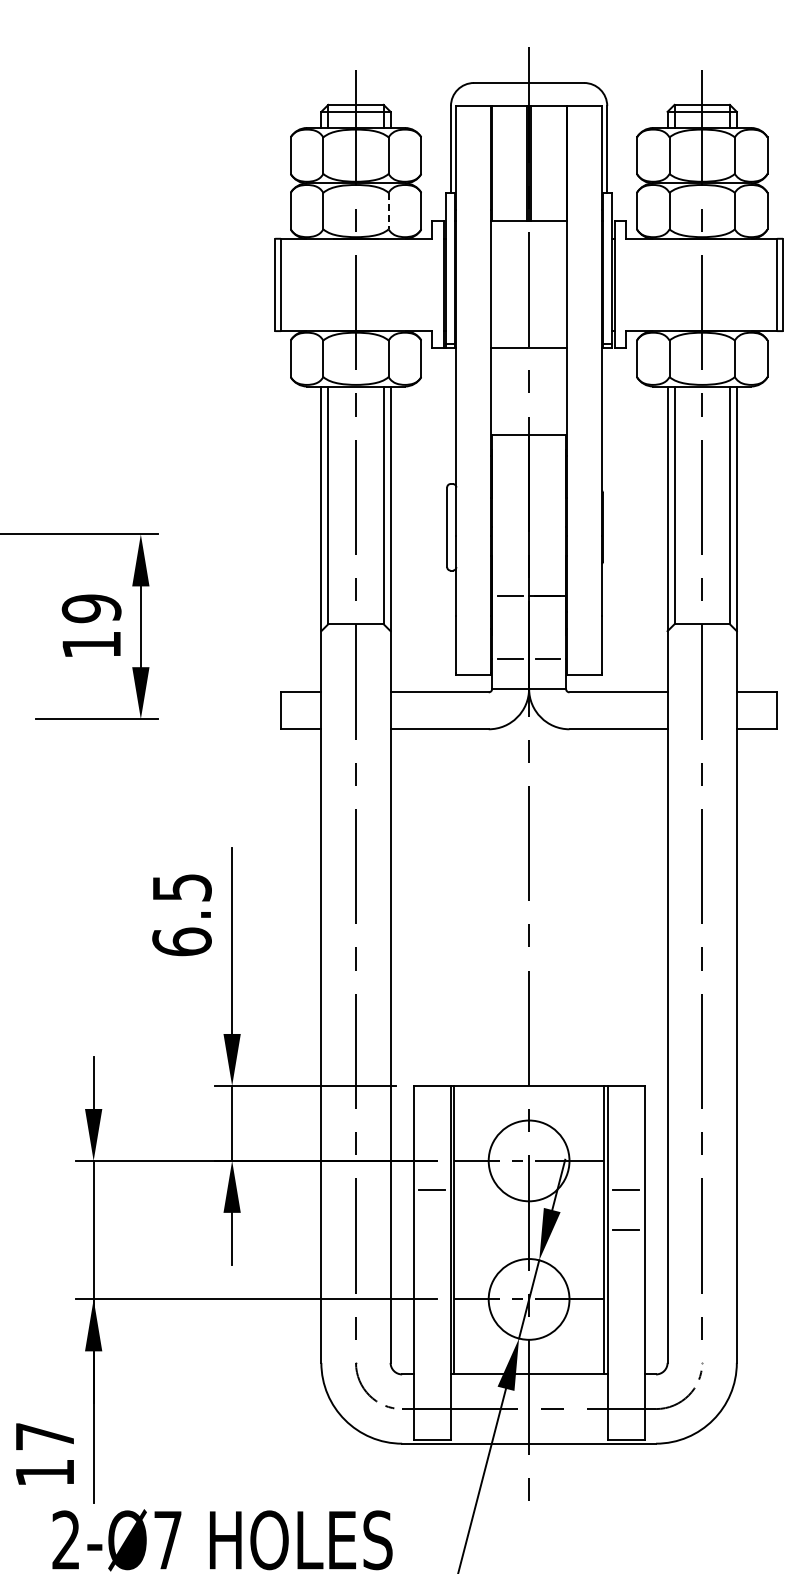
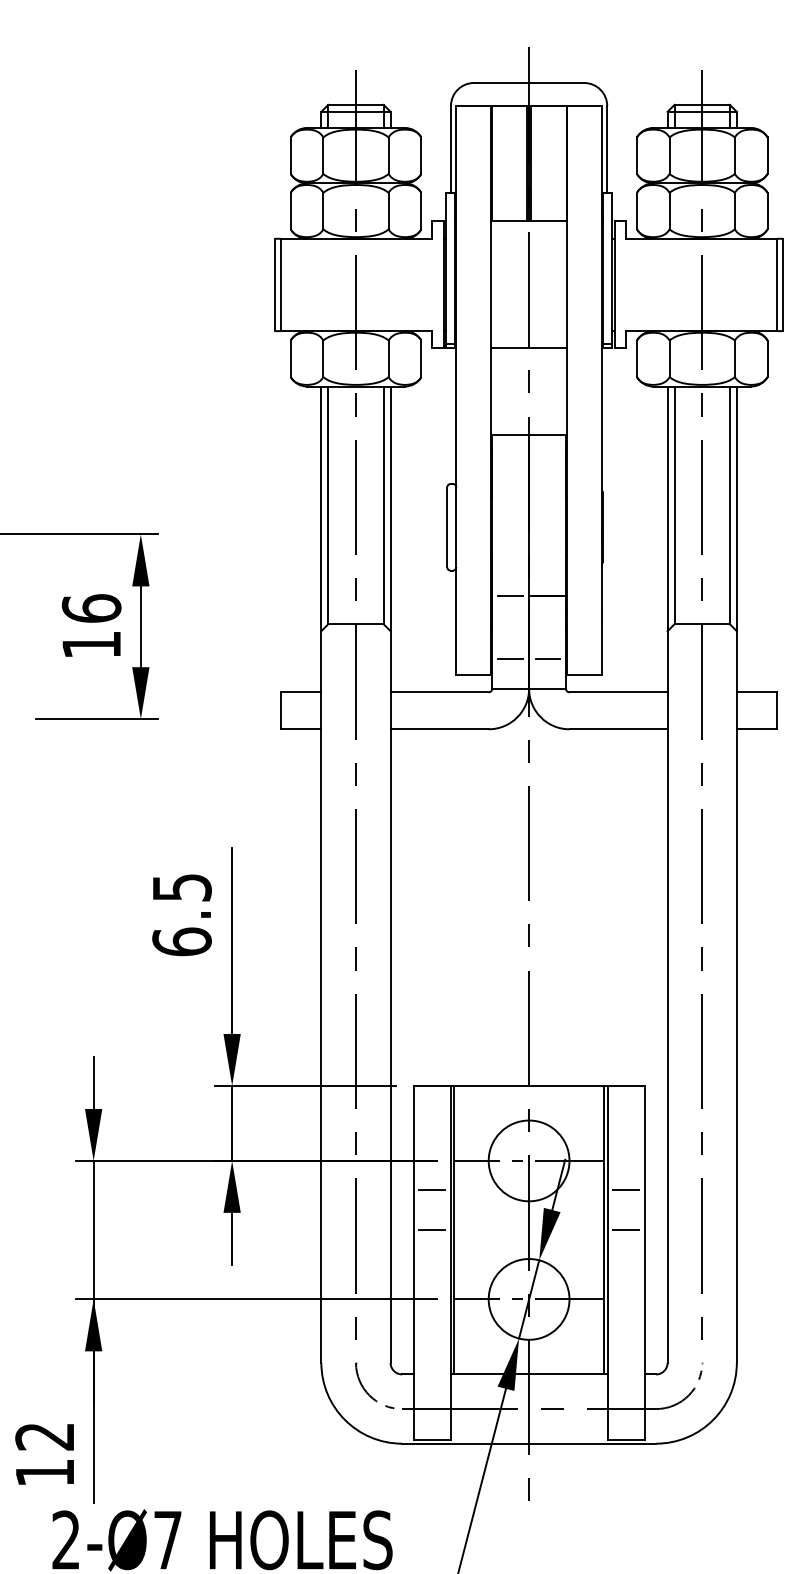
line at (388, 211): dashed -> solid
text at (91, 608): 19 -> 16
line at (431, 1230): none -> present
text at (44, 1436): 17 -> 12
